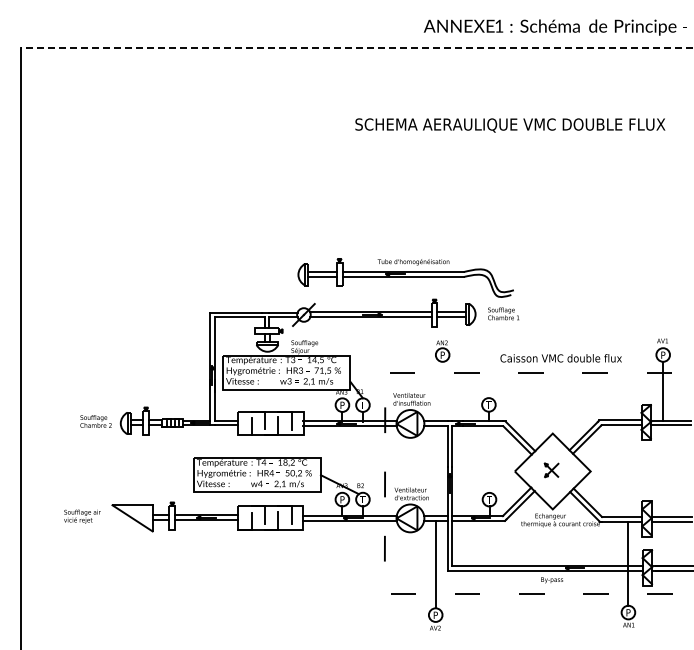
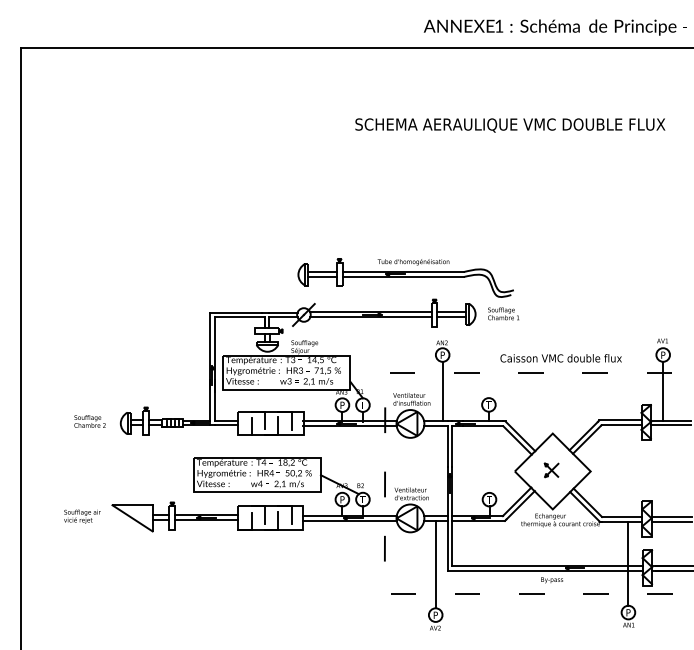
line at (356, 47): dashed -> solid
line at (442, 391): none -> present
text at (95, 421) position: (95, 421) -> (89, 421)
